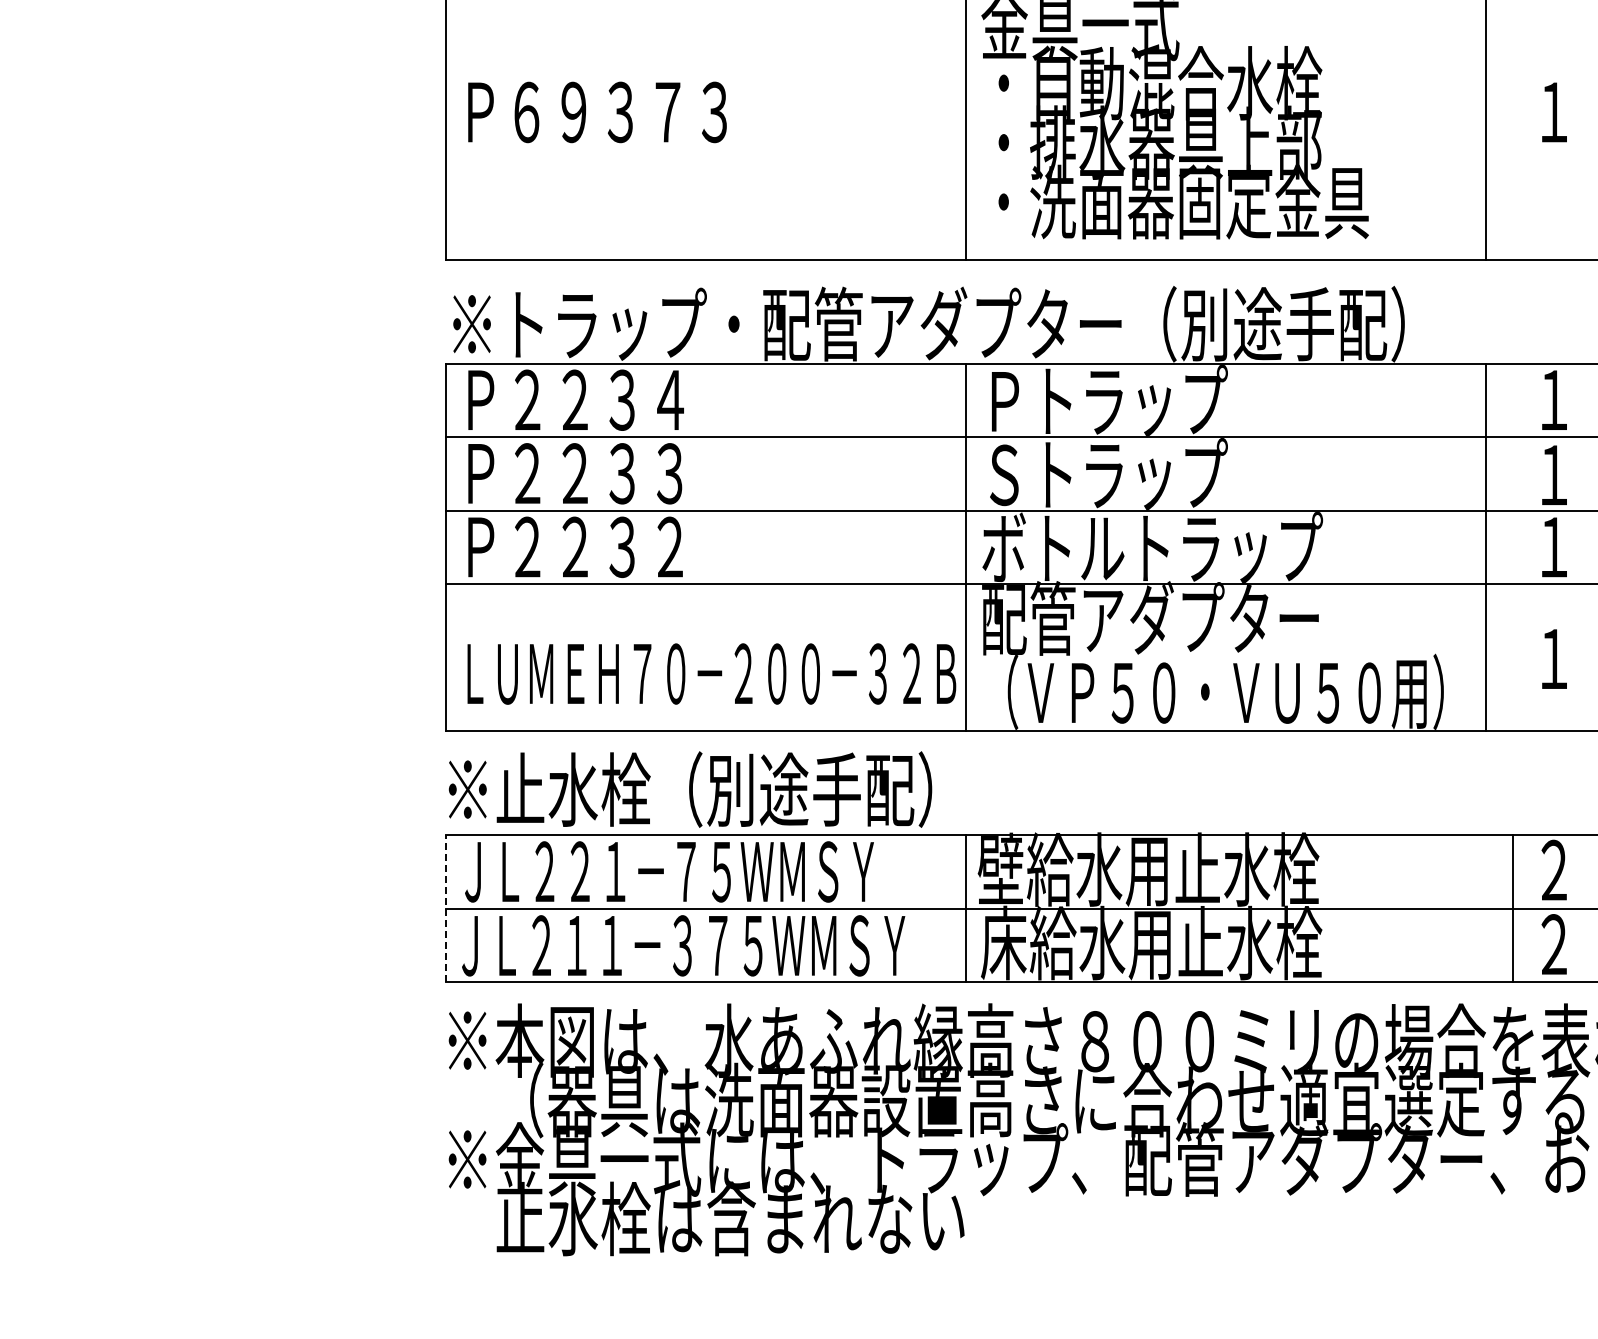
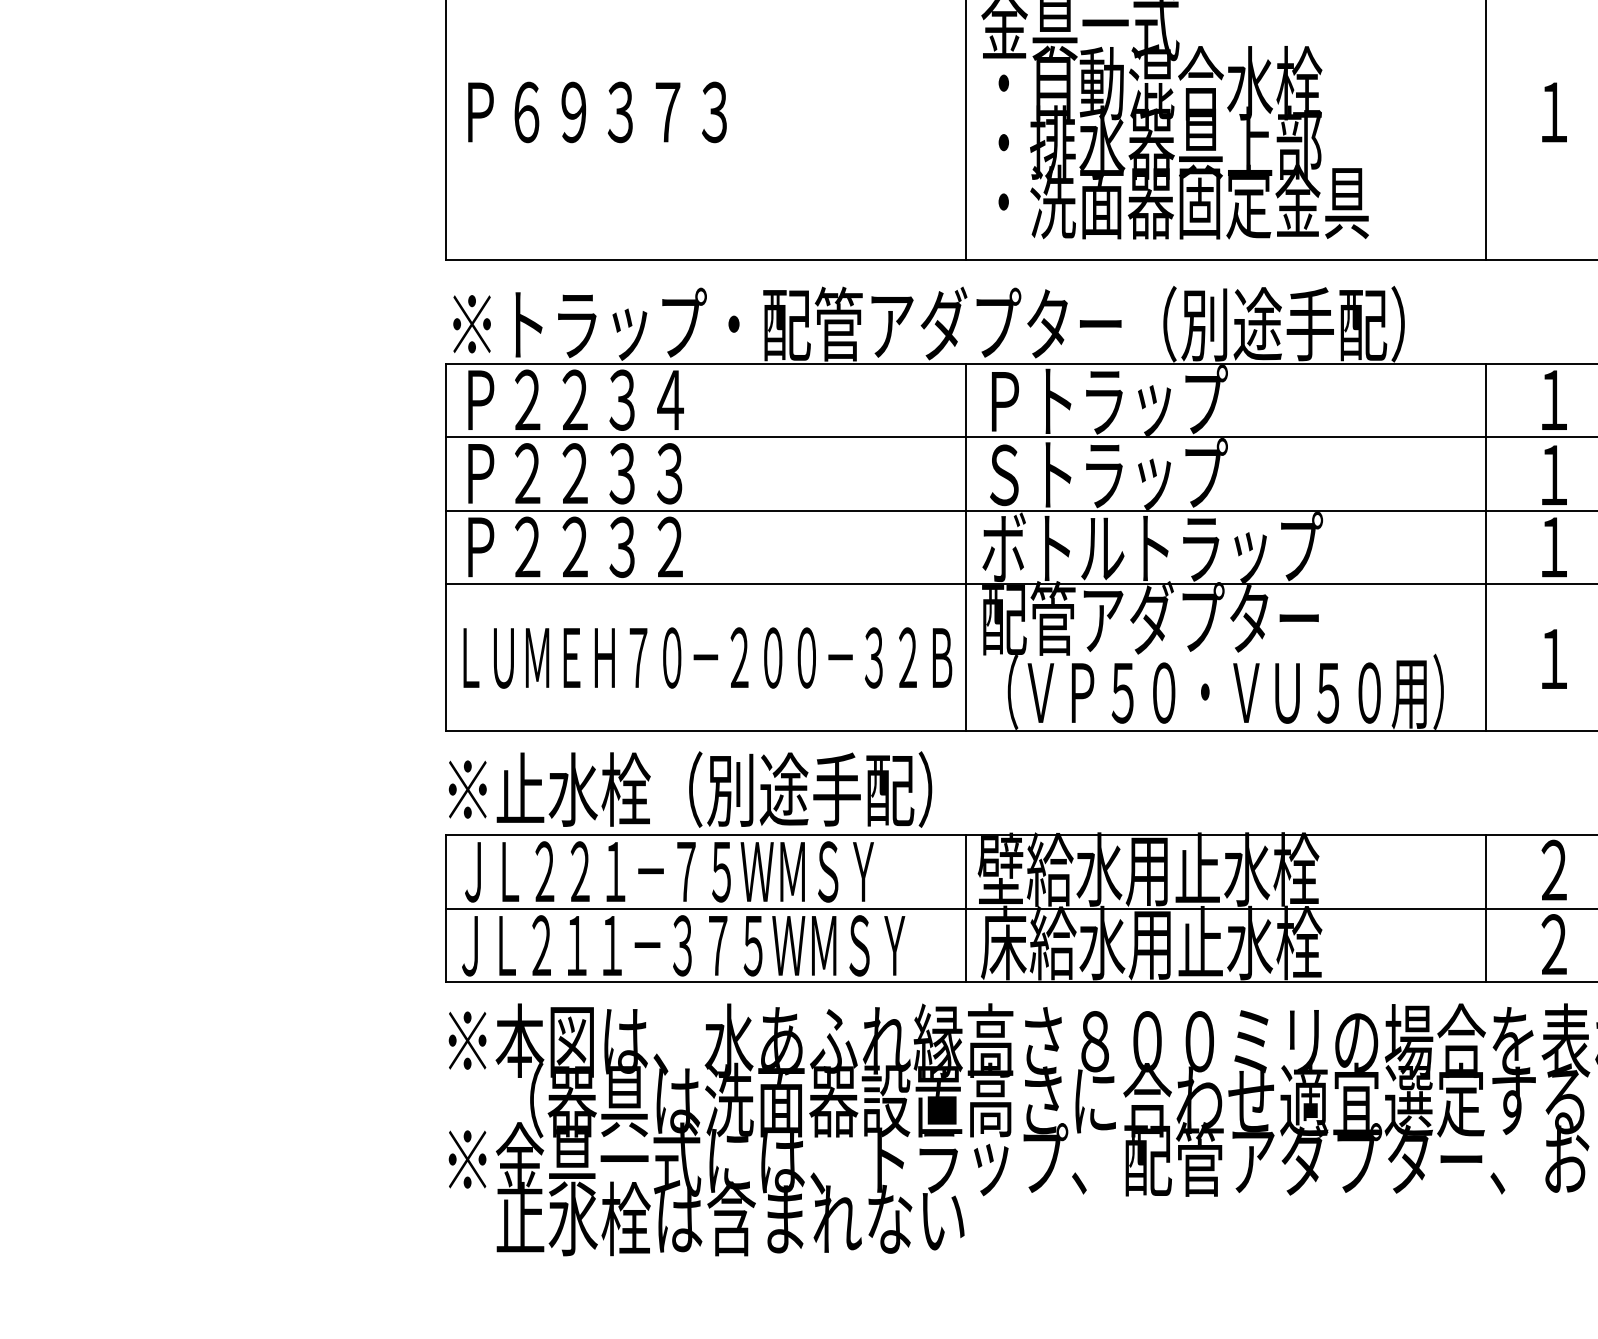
text at (711, 673) position: (711, 673) -> (707, 657)
line at (445, 908): dashed -> solid
line at (1512, 908) position: (1512, 908) -> (1485, 908)
